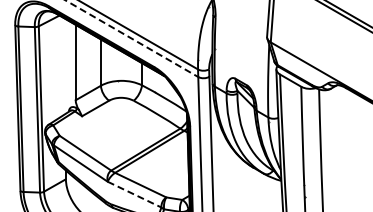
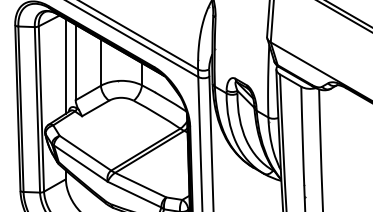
line at (131, 38): dashed -> solid
line at (65, 66): none -> present
line at (134, 194): dashed -> solid
